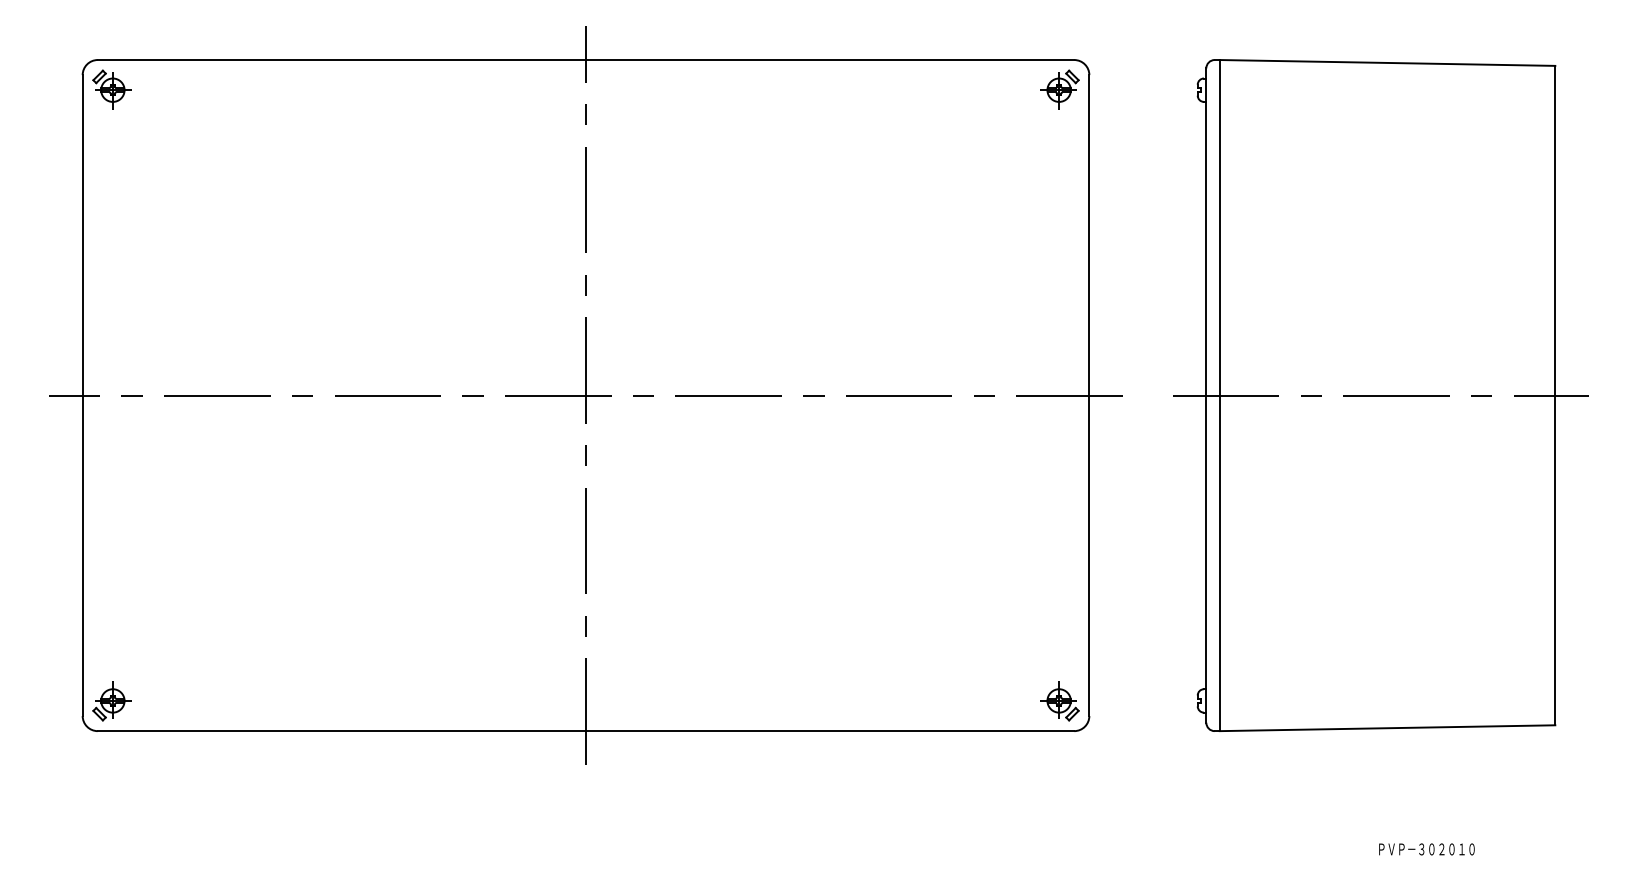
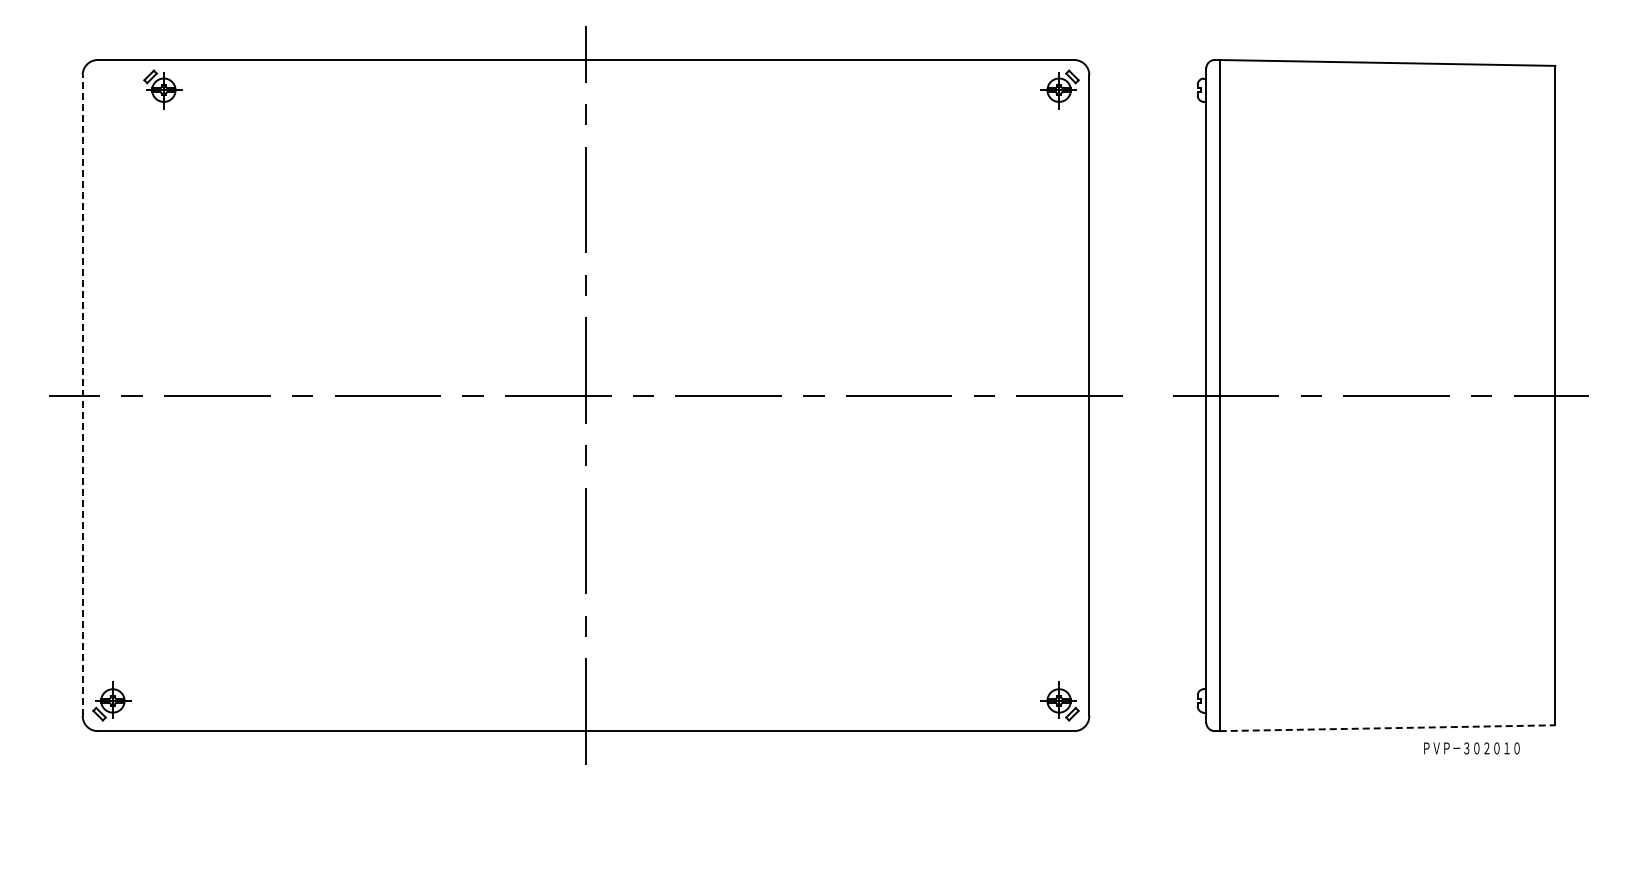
part at (111, 89) position: (111, 89) -> (162, 89)
line at (82, 395): solid -> dashed
line at (1387, 728): solid -> dashed
text at (1426, 849) position: (1426, 849) -> (1471, 748)
